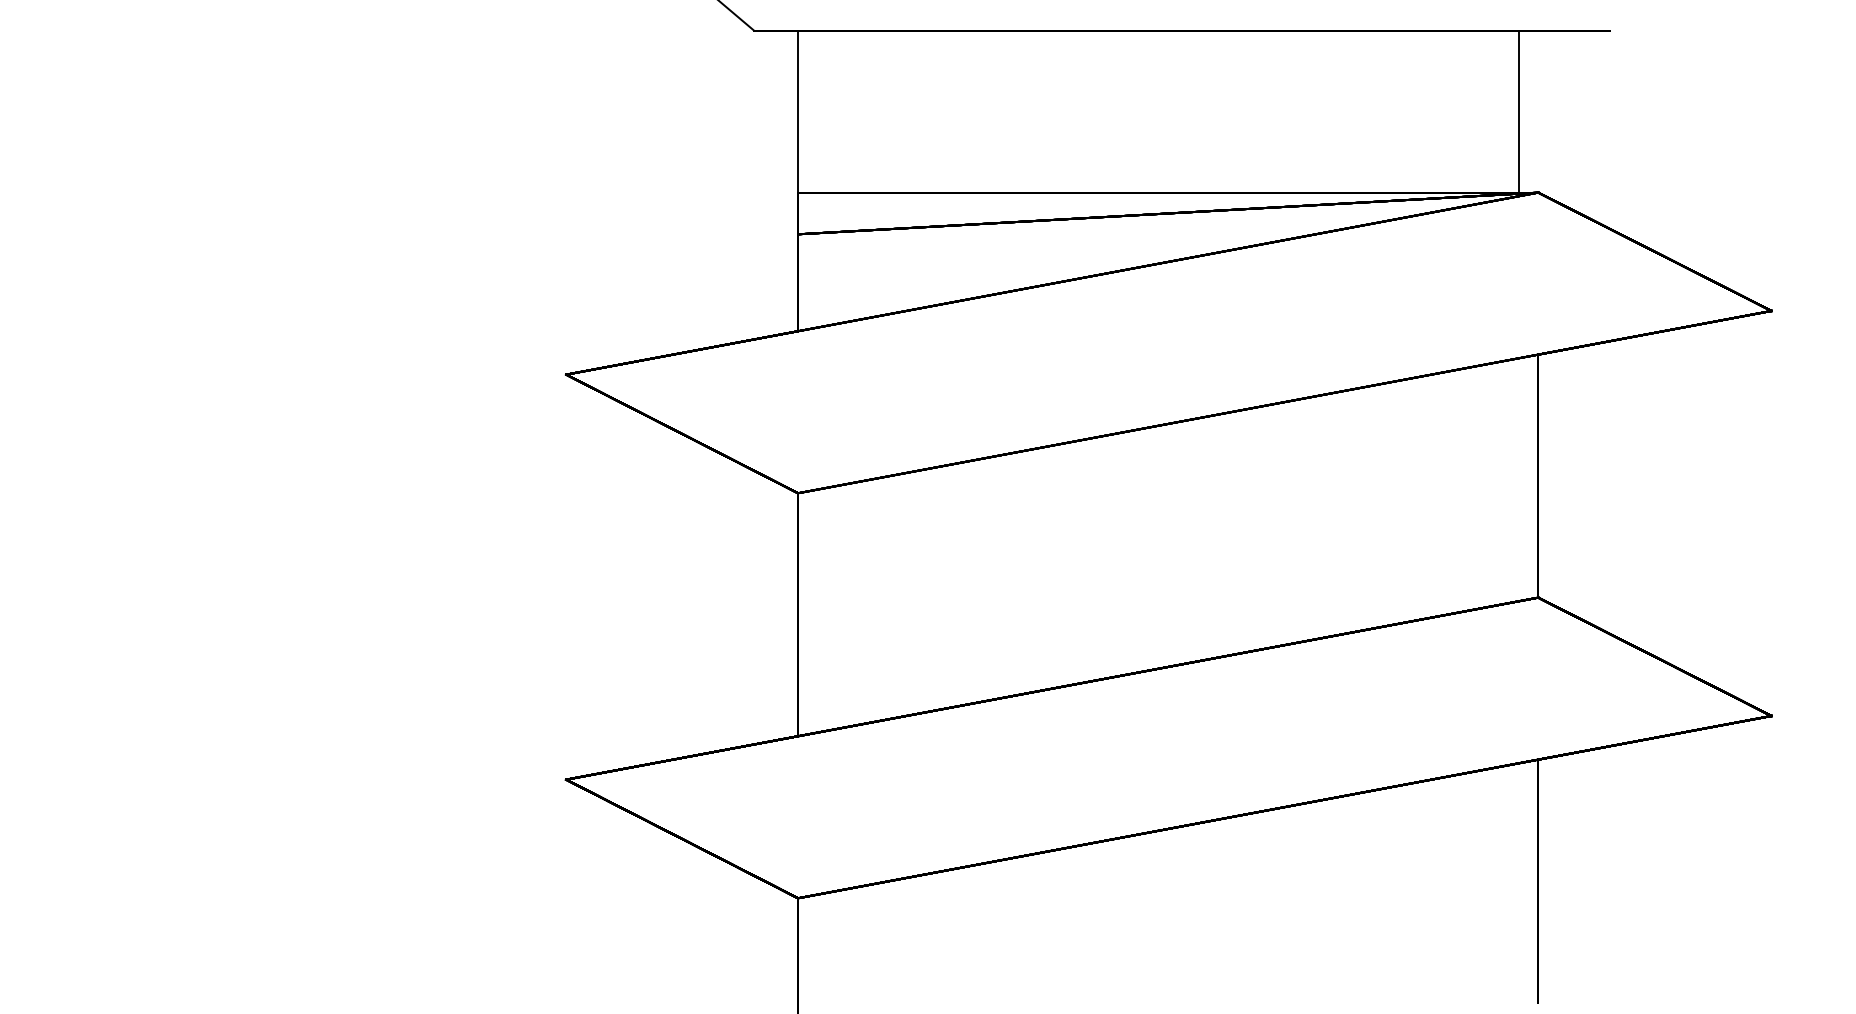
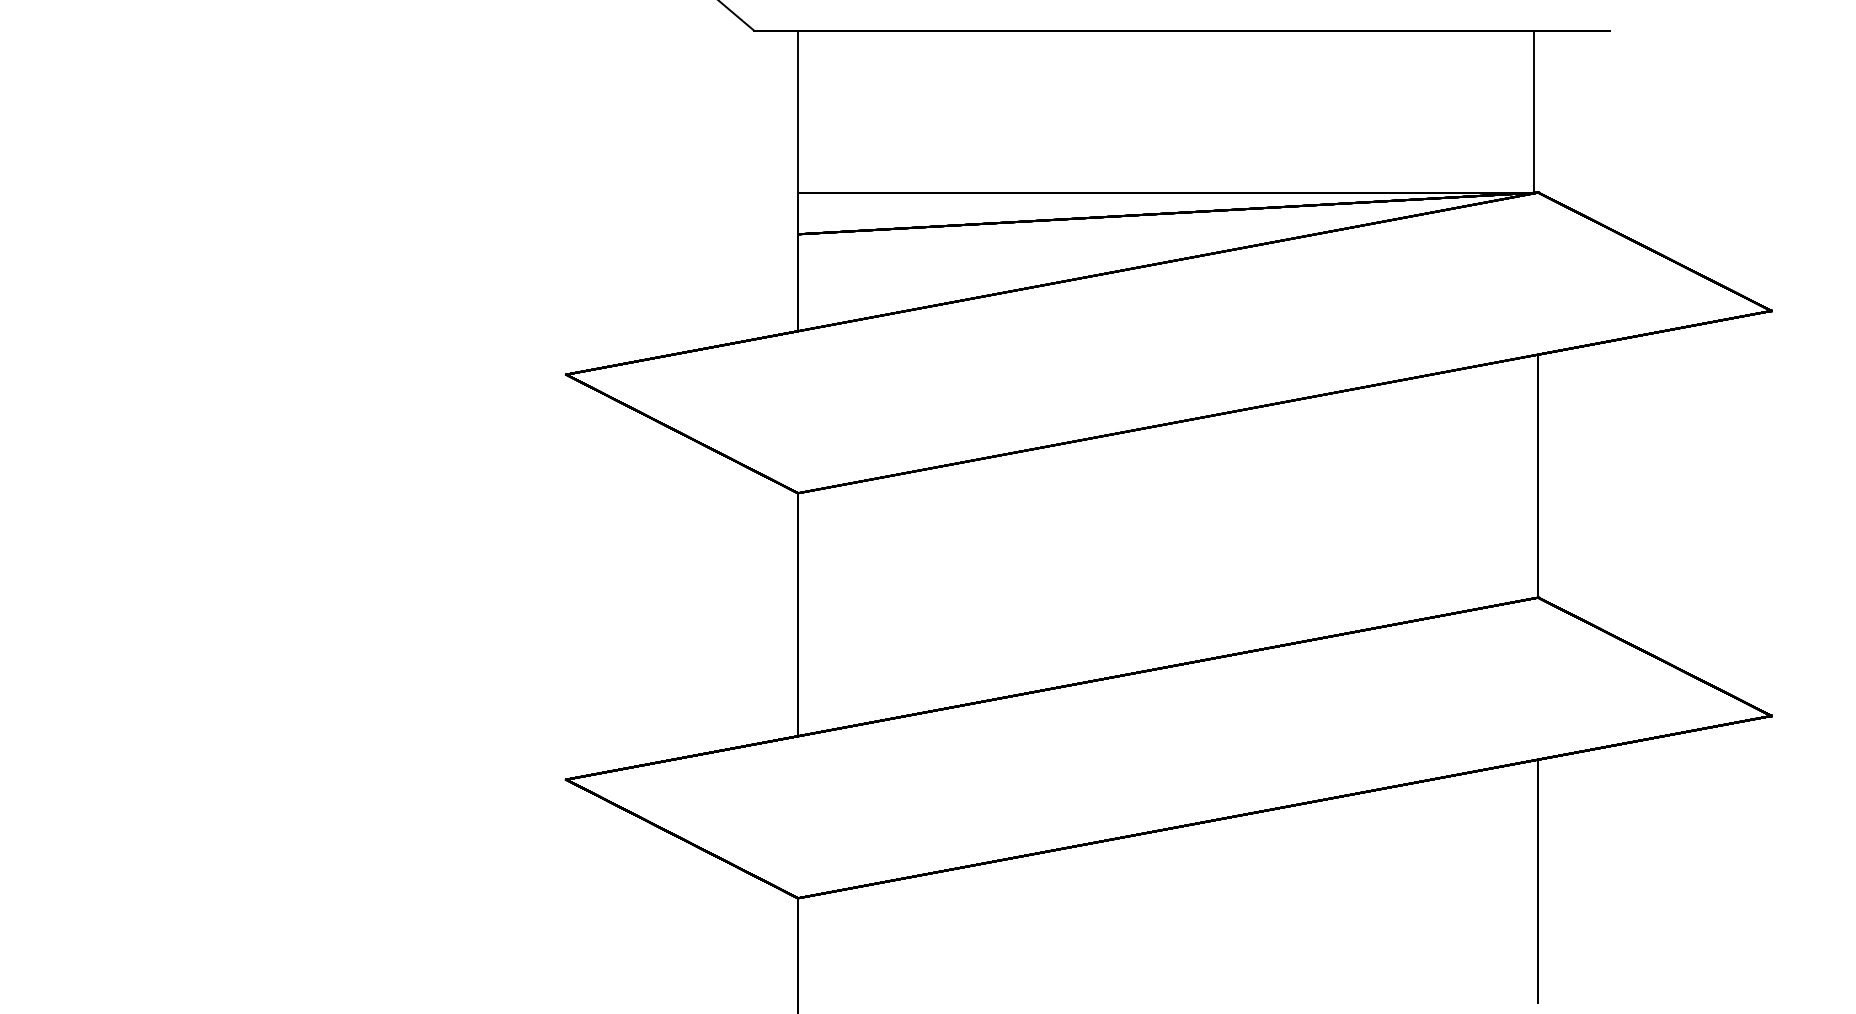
line at (1518, 112) position: (1518, 112) -> (1533, 112)
